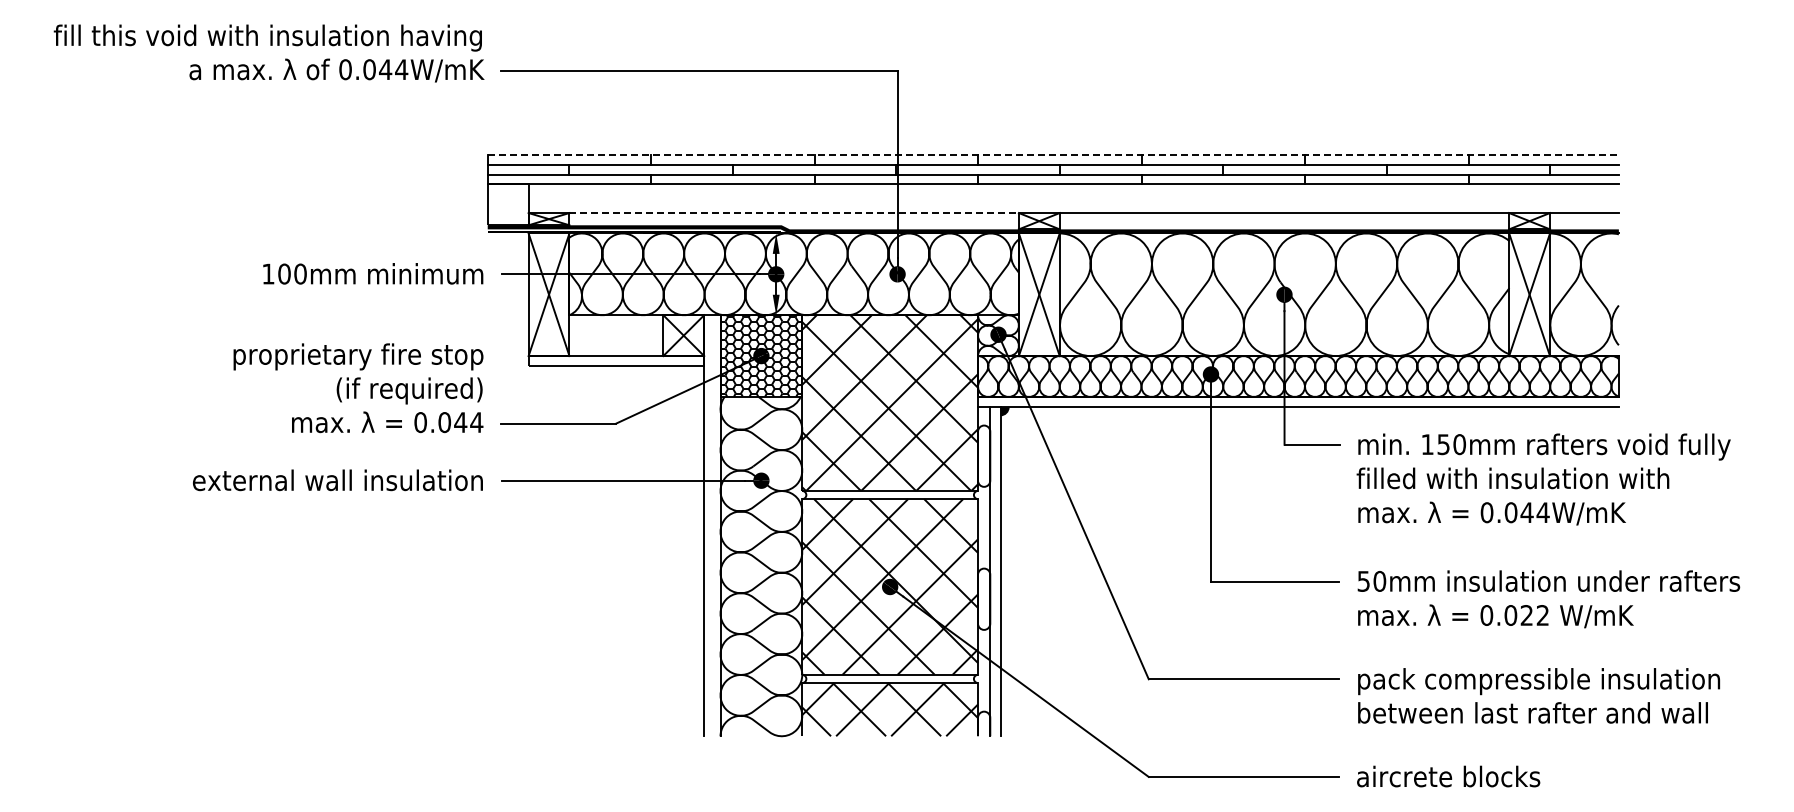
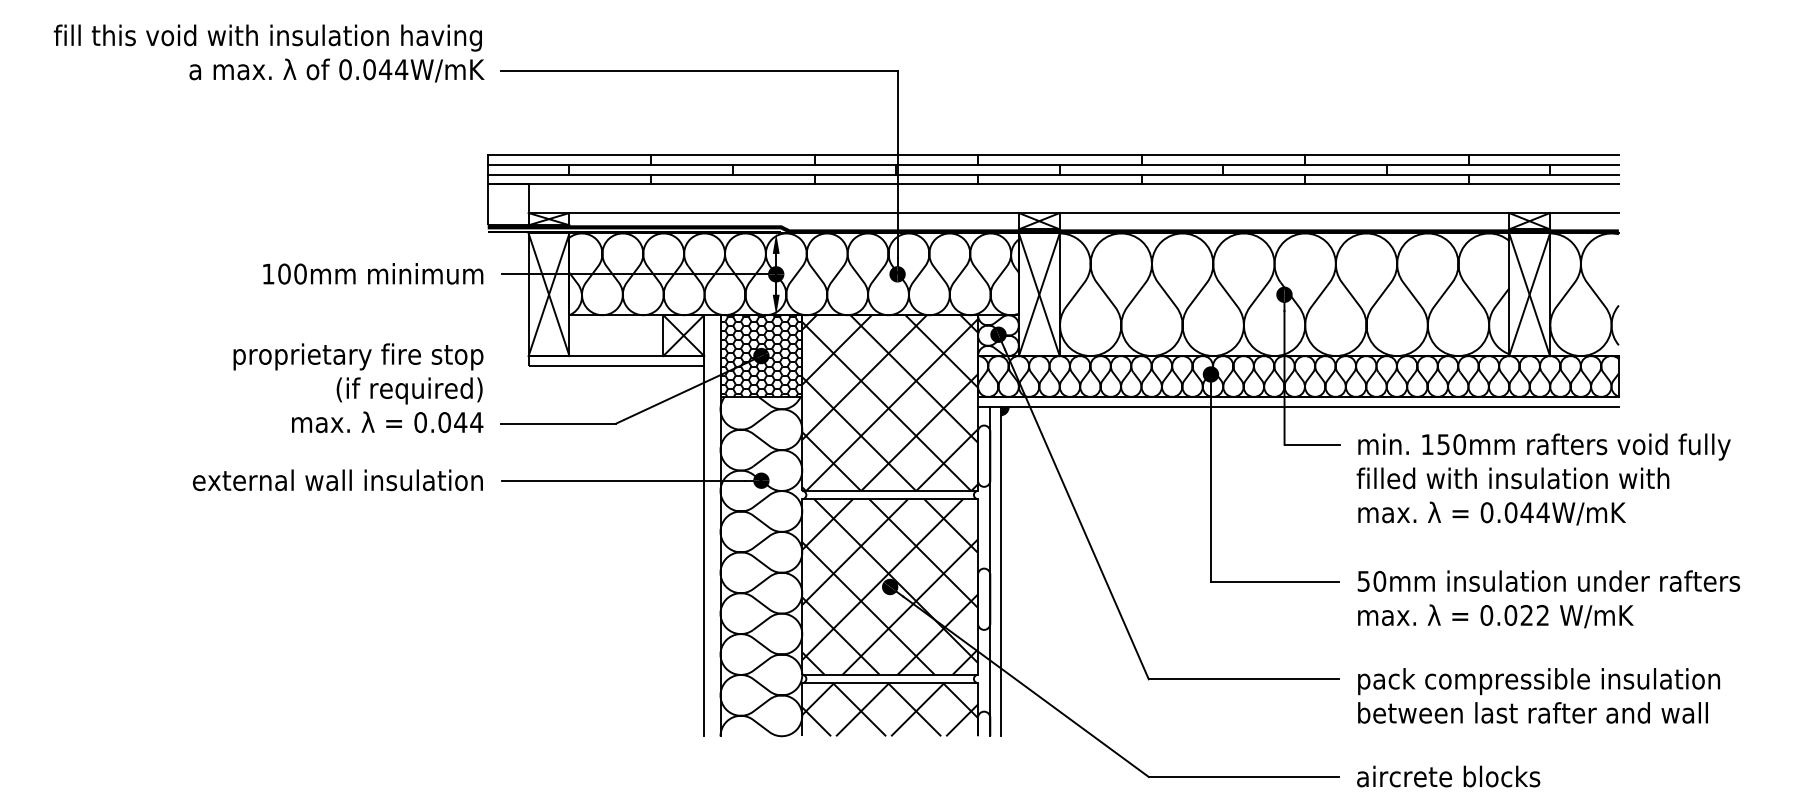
line at (1053, 155): dashed -> solid
line at (794, 213): dashed -> solid
